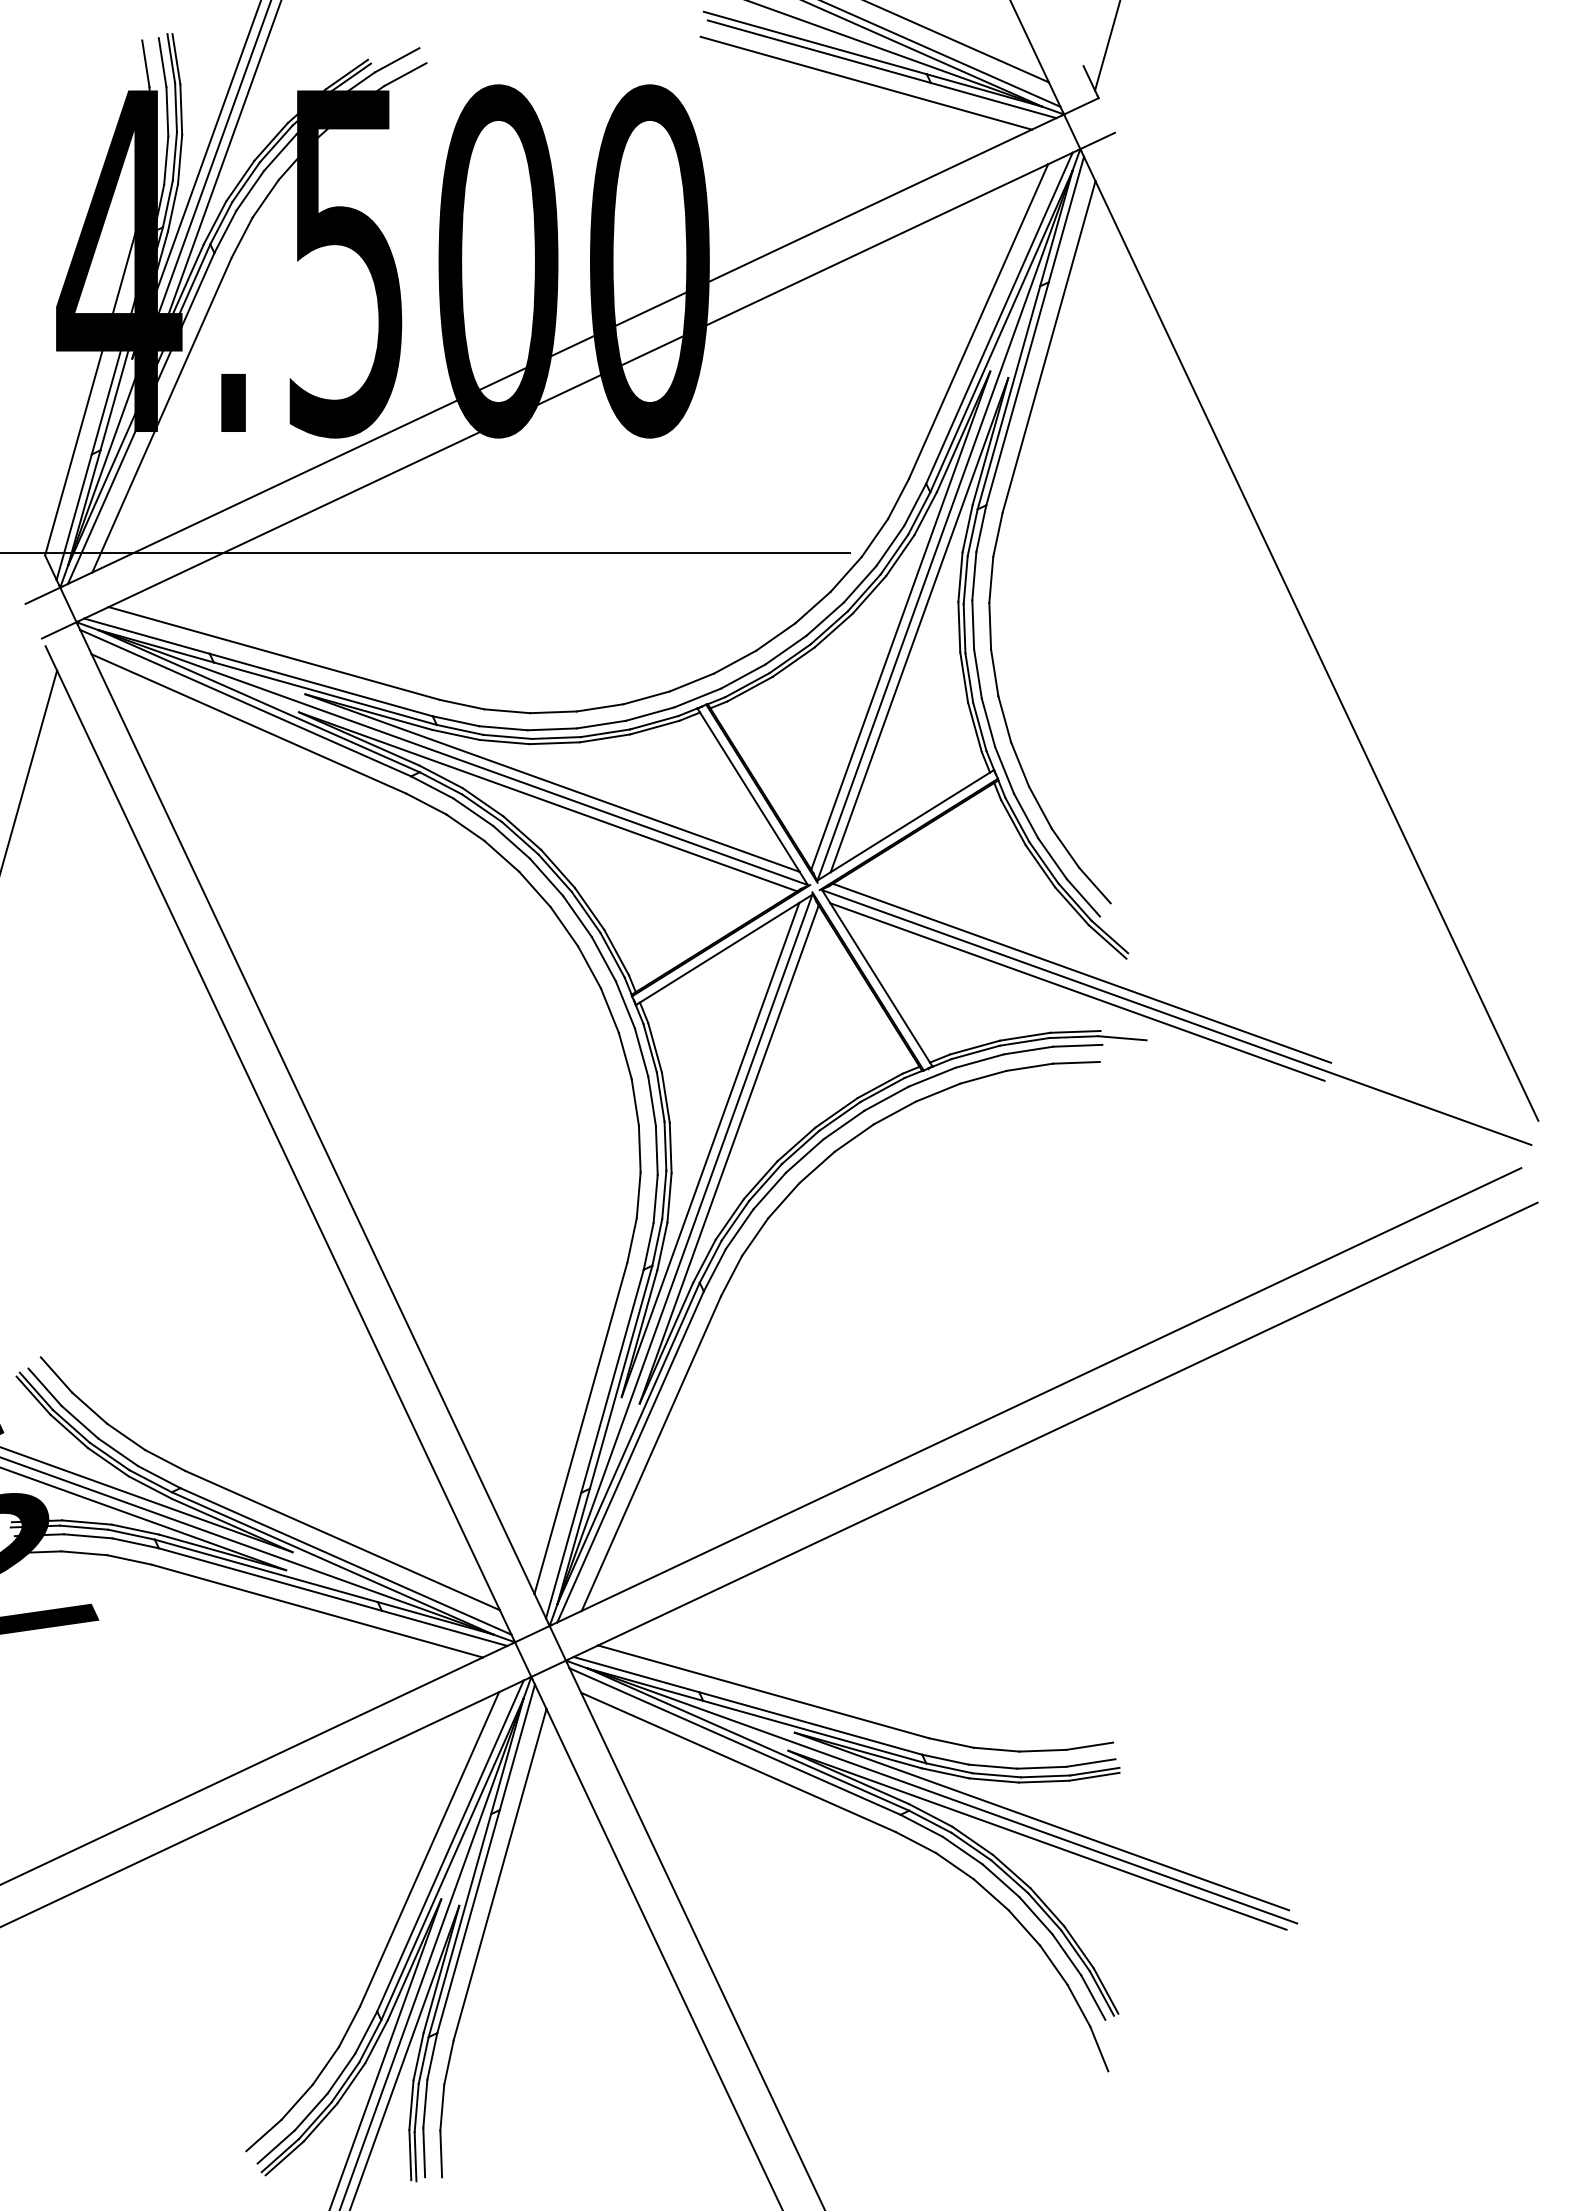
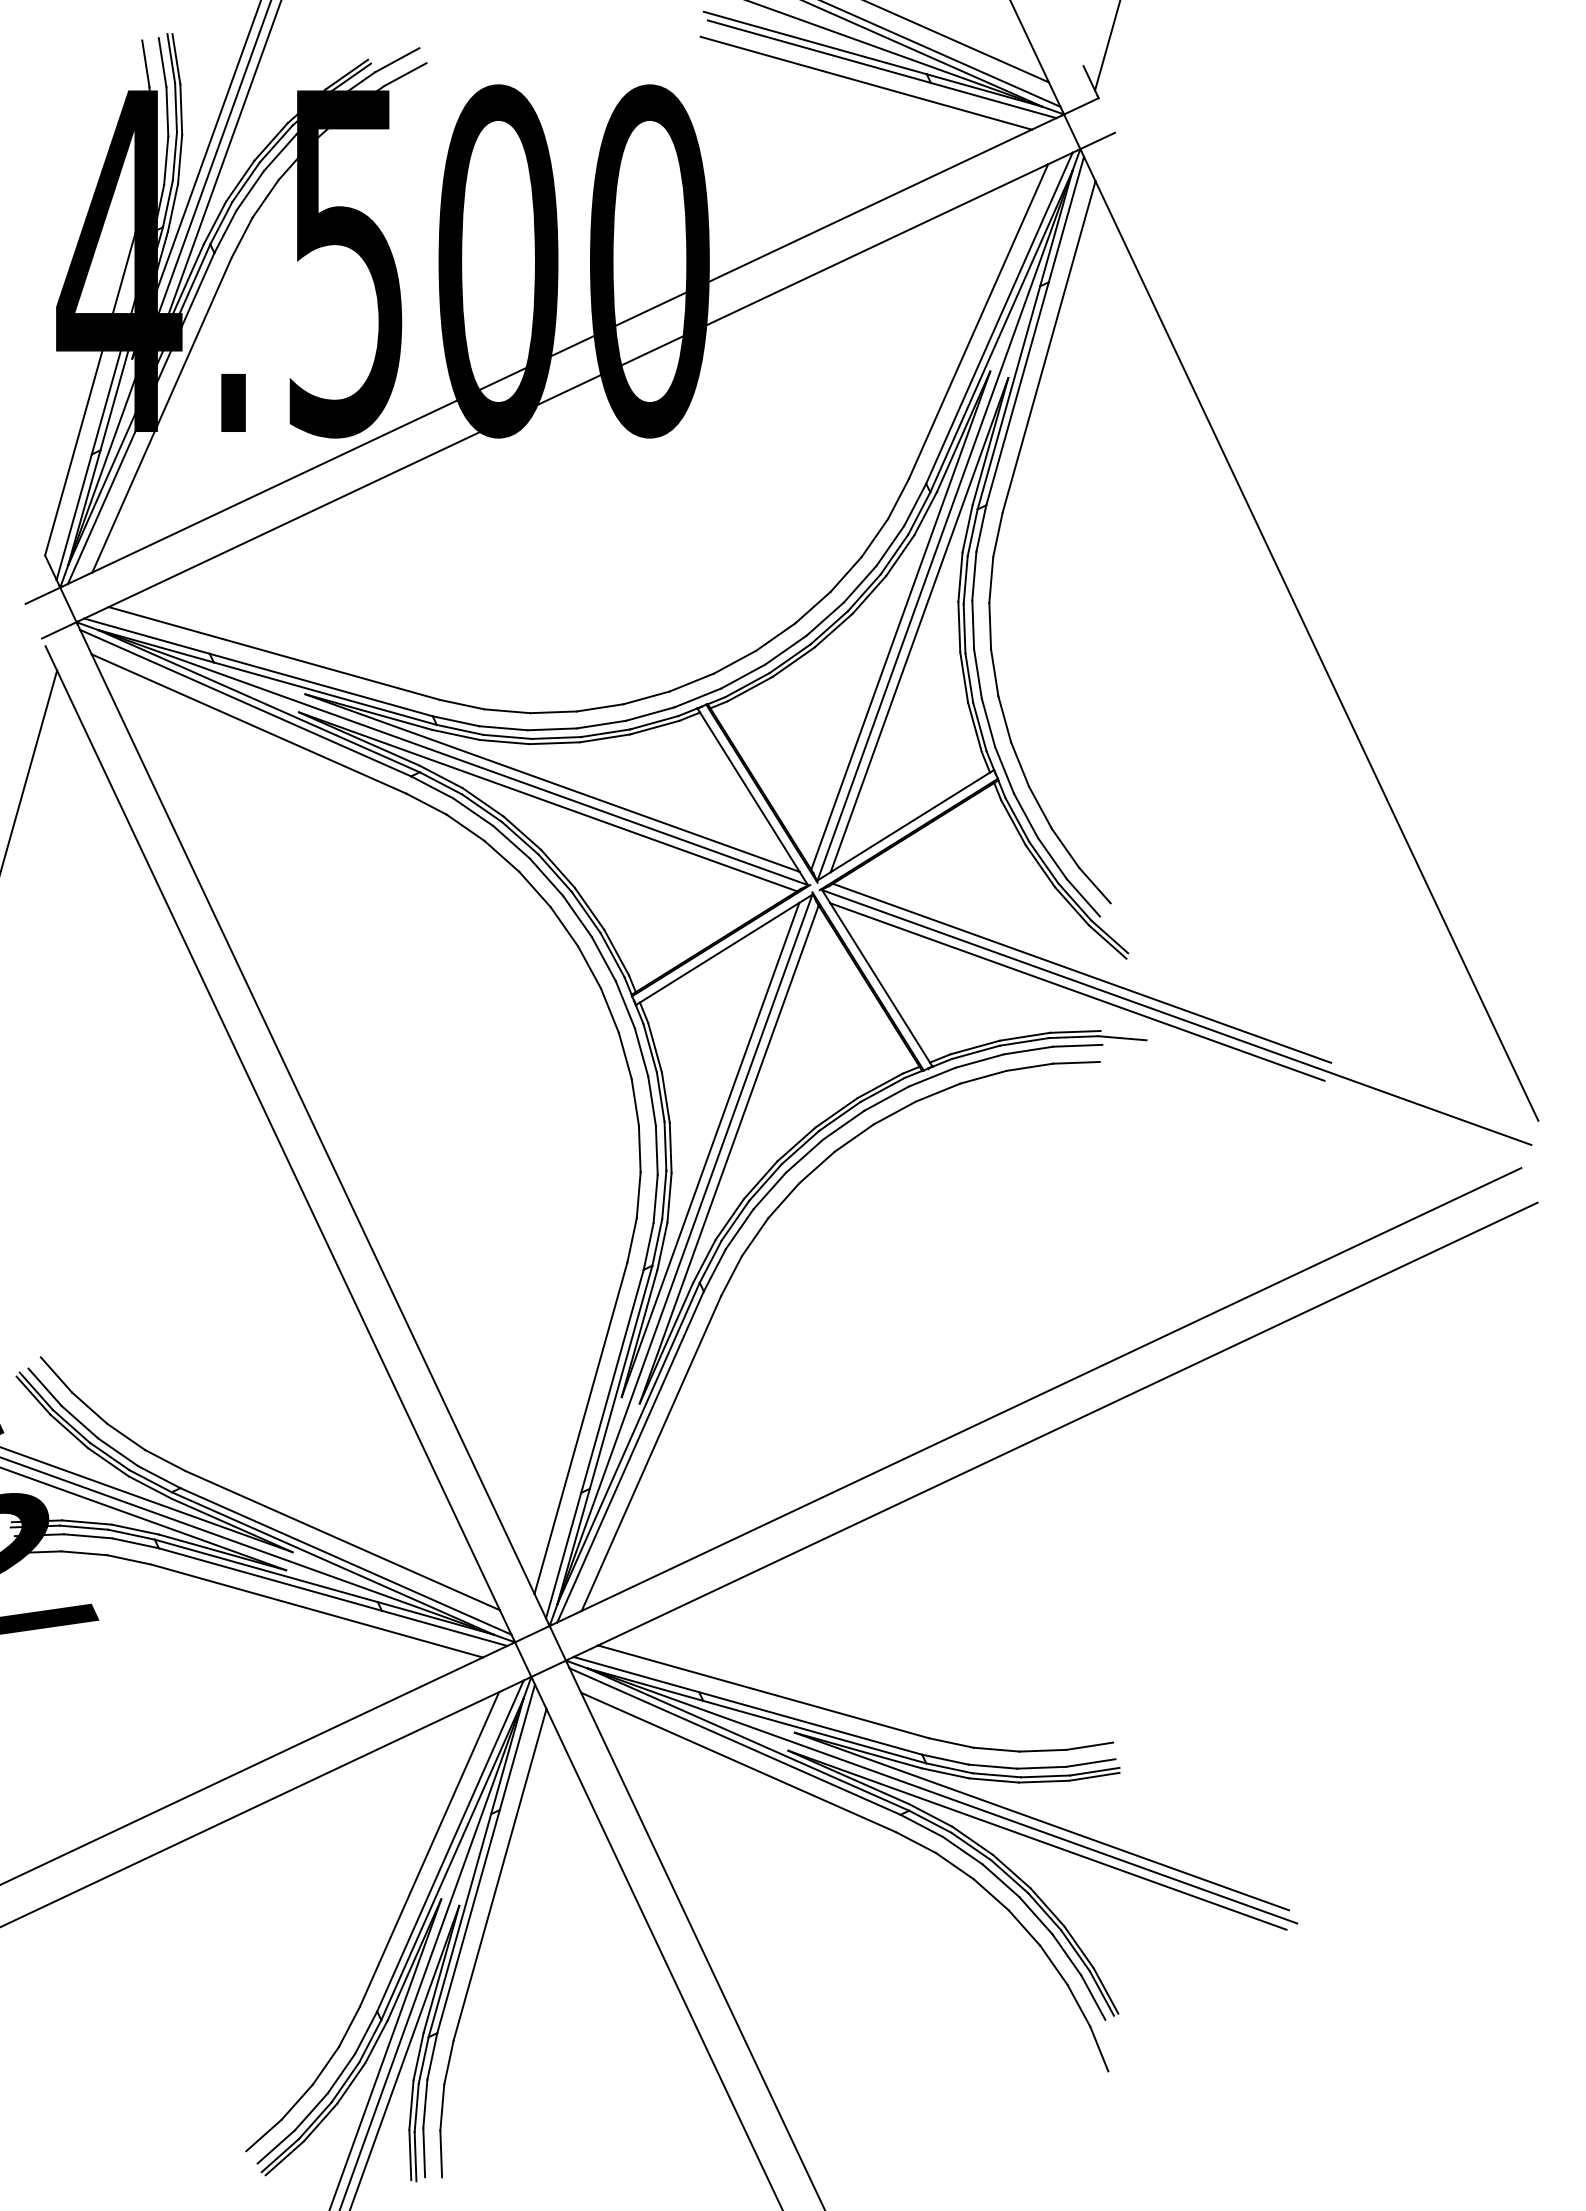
line at (426, 552): present -> none
